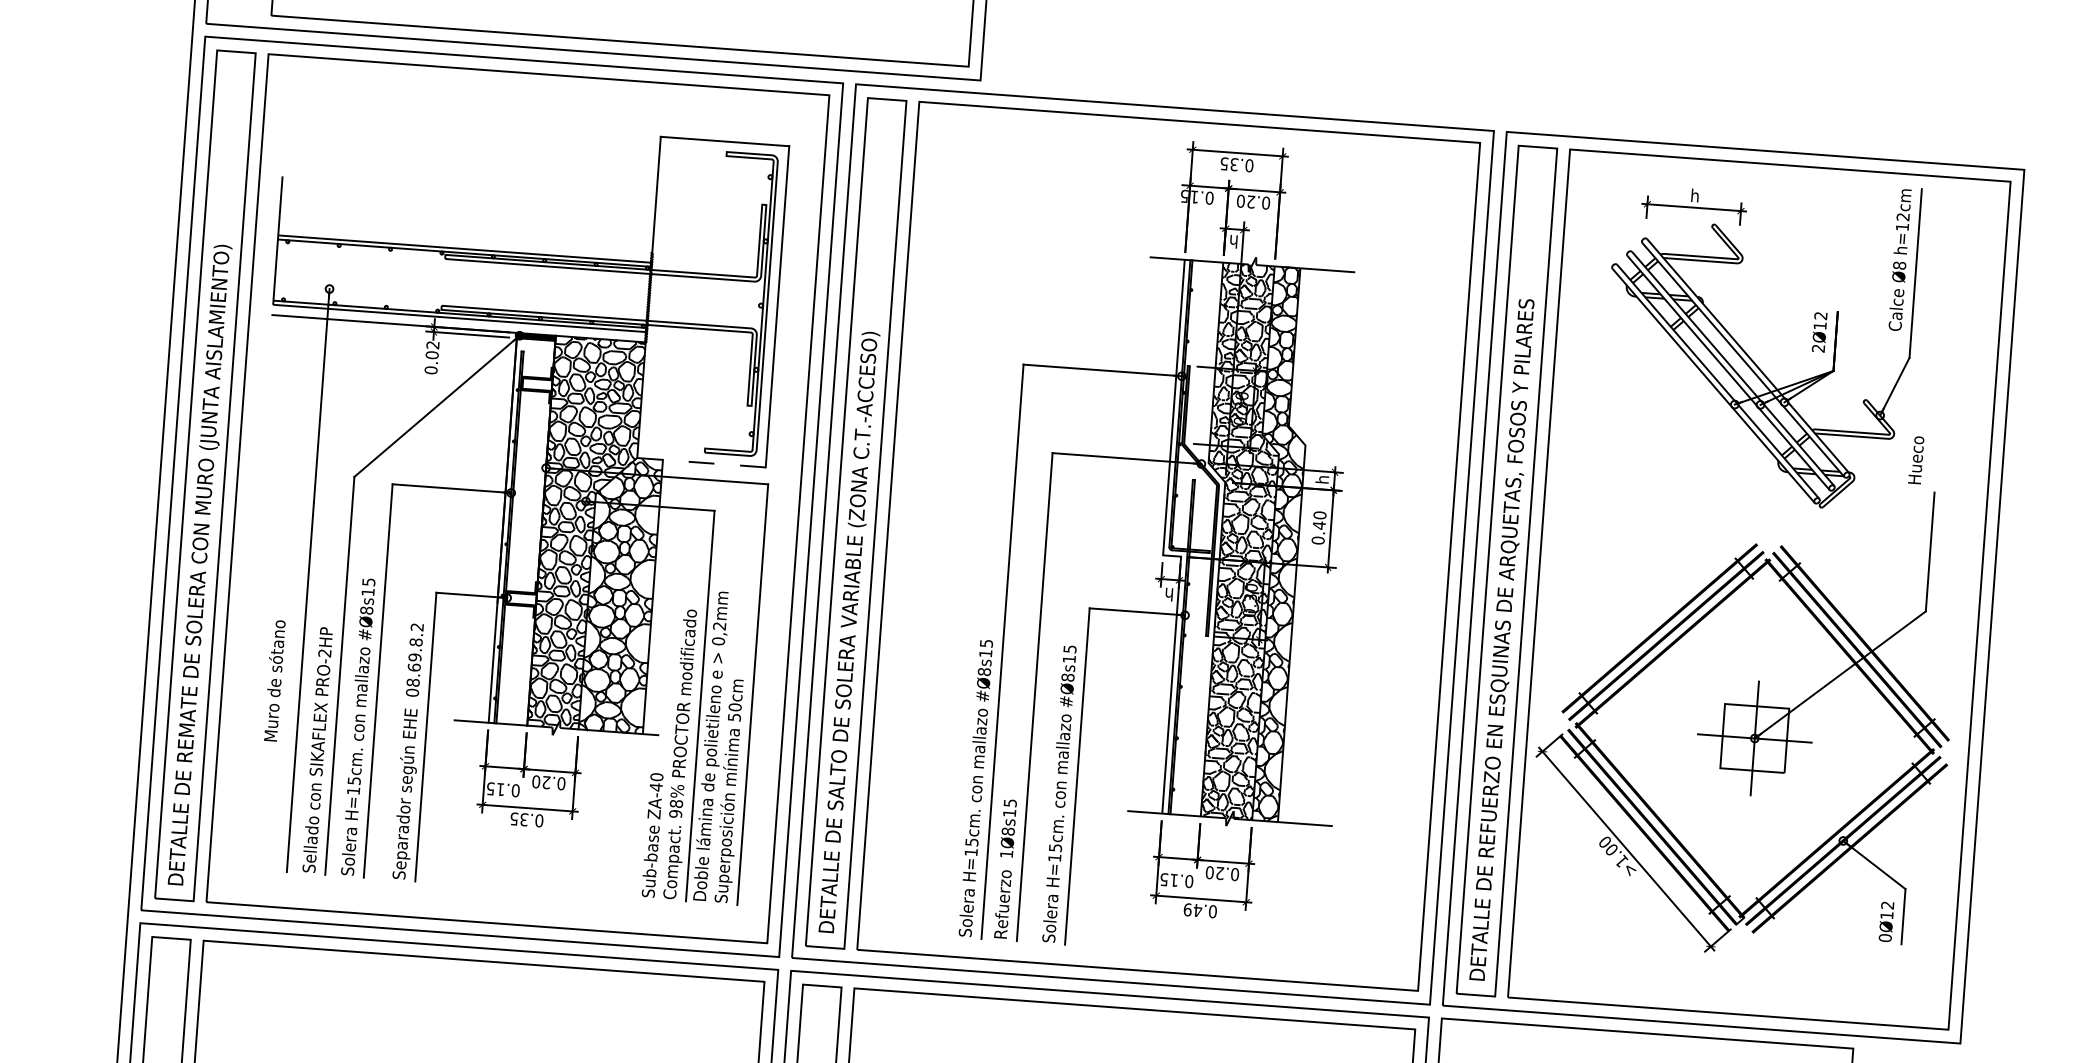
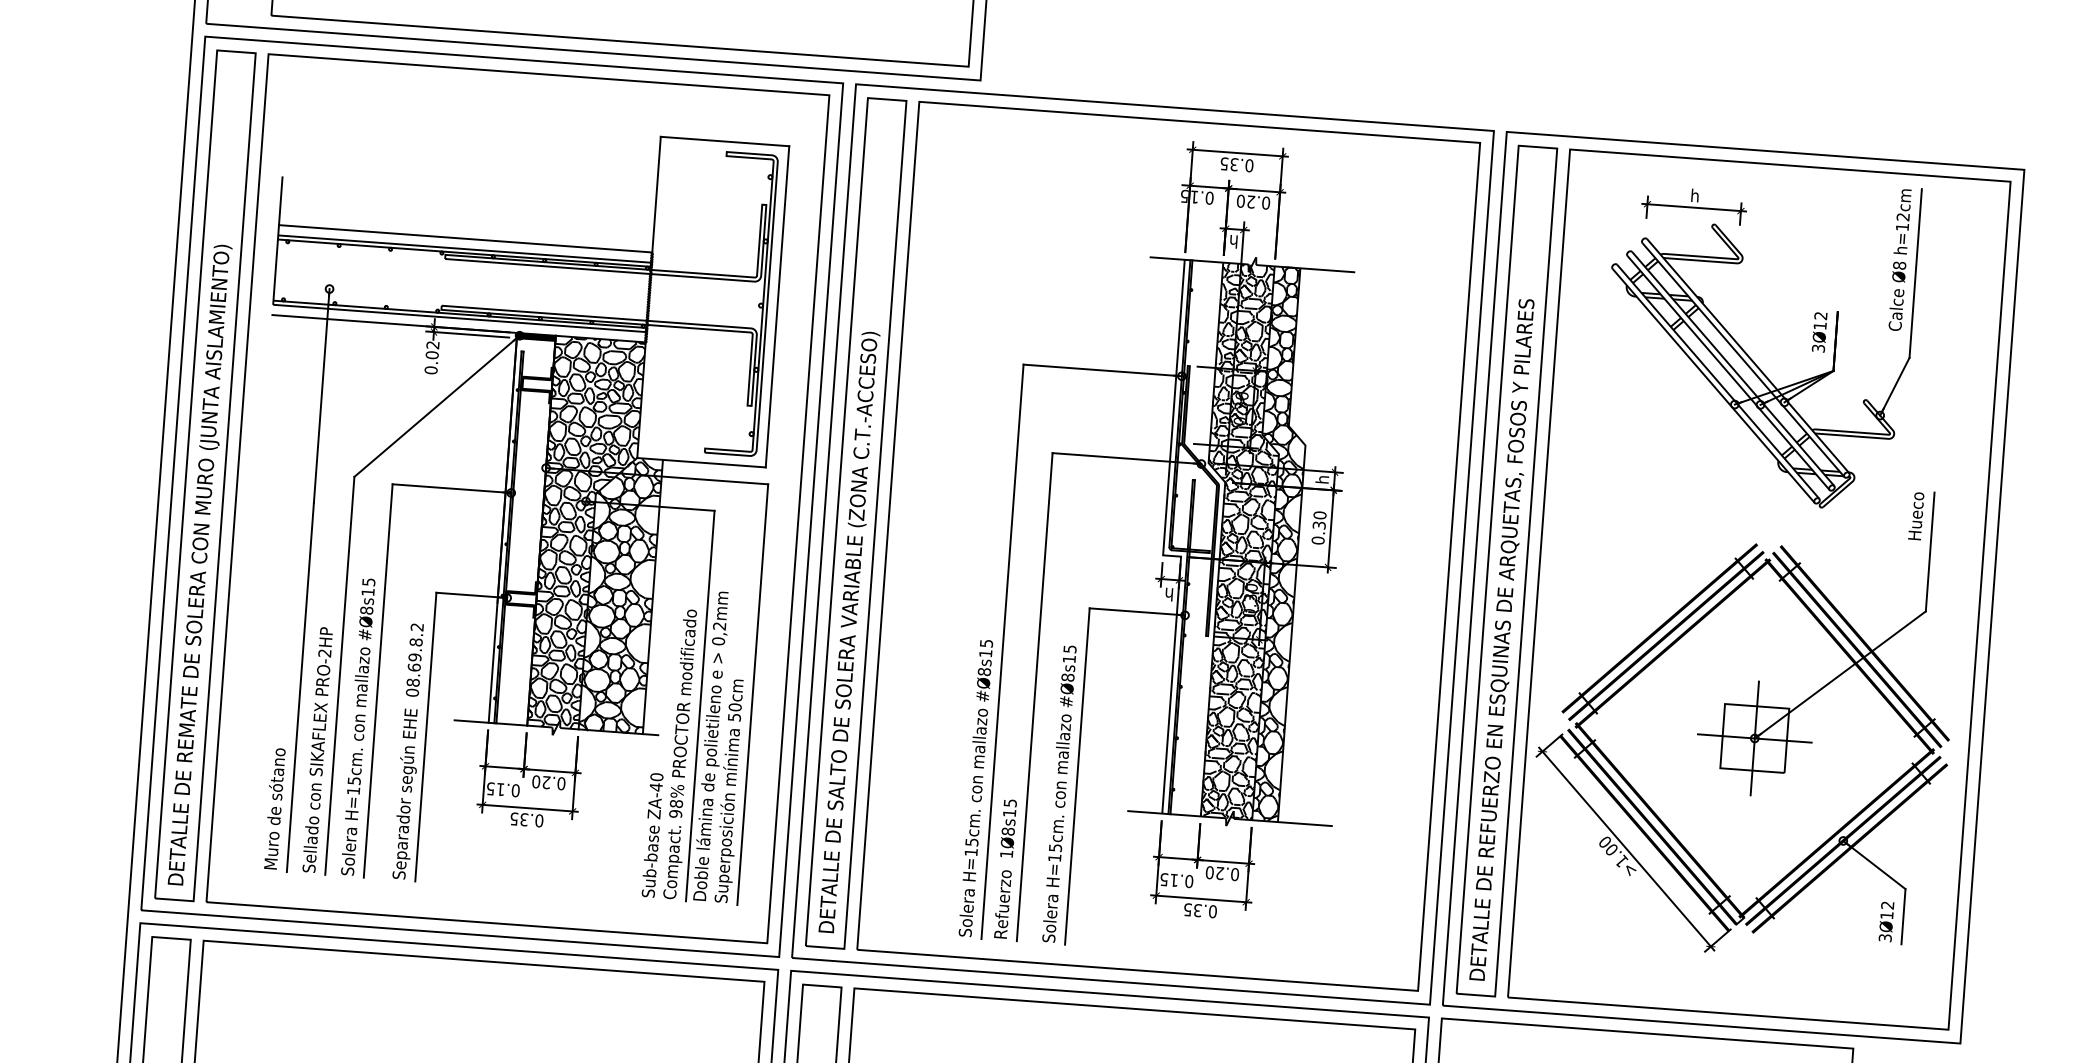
line at (465, 238): none -> present
text at (1818, 348): 2Ø12 -> 3Ø12
text at (1916, 460) position: (1916, 460) -> (1916, 516)
line at (701, 462): dashed -> solid
text at (1318, 525): 0.40 -> 0.30
text at (274, 680) position: (274, 680) -> (274, 808)
text at (1192, 910): 0.49 -> 0.35
text at (1884, 938): 0Ø12 -> 3Ø12
